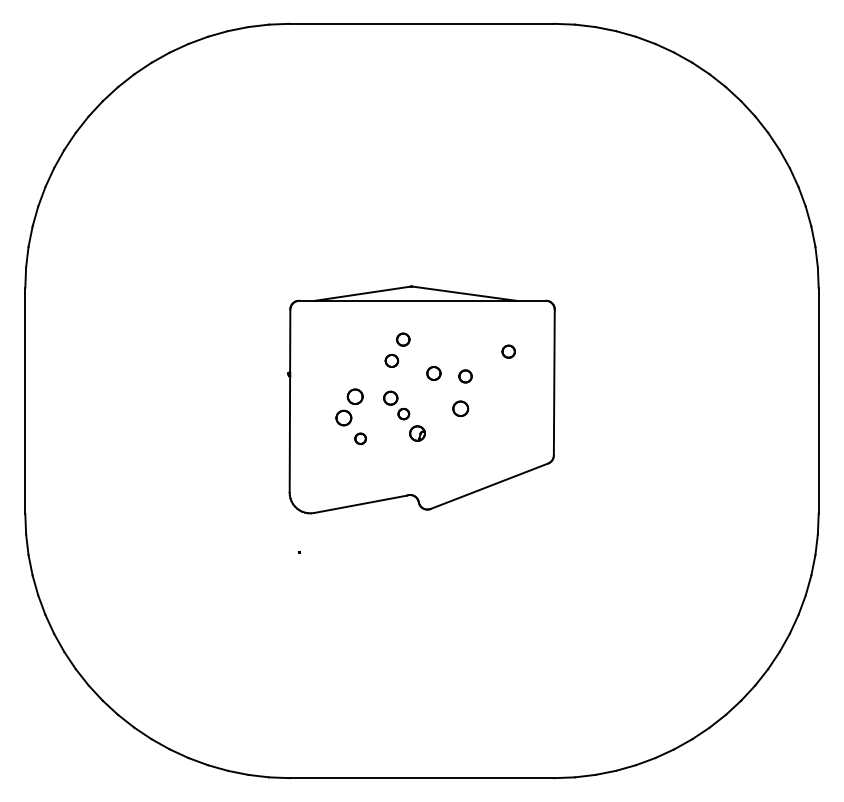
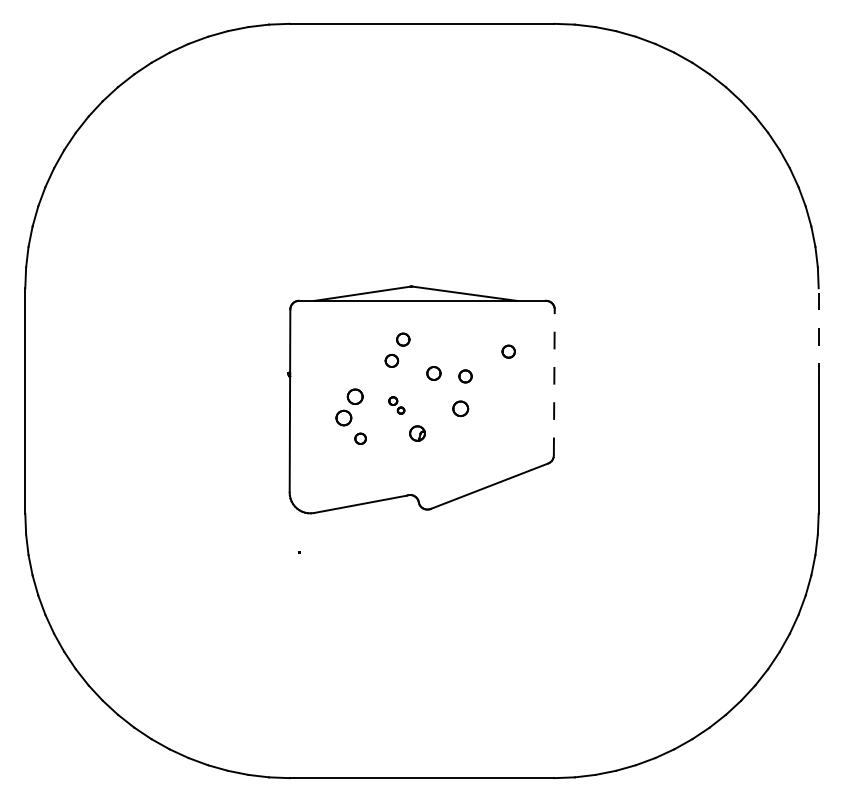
line at (818, 334): solid -> dashed
line at (554, 382): solid -> dashed
part at (396, 405) size: 28x31 px -> 18x19 px
